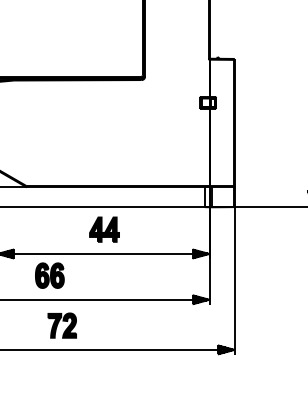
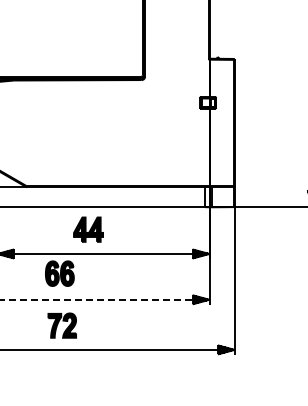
part at (104, 229) position: (104, 229) -> (88, 229)
part at (49, 275) position: (49, 275) -> (59, 273)
line at (105, 299): solid -> dashed
